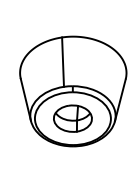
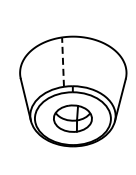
line at (63, 62): solid -> dashed
